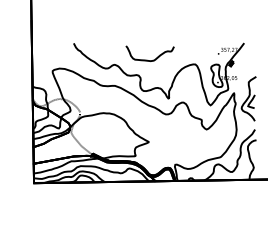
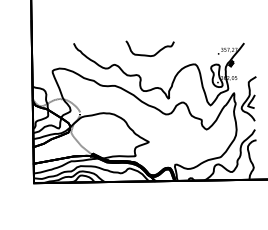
curve at (147, 59) position: (147, 59) -> (147, 54)
